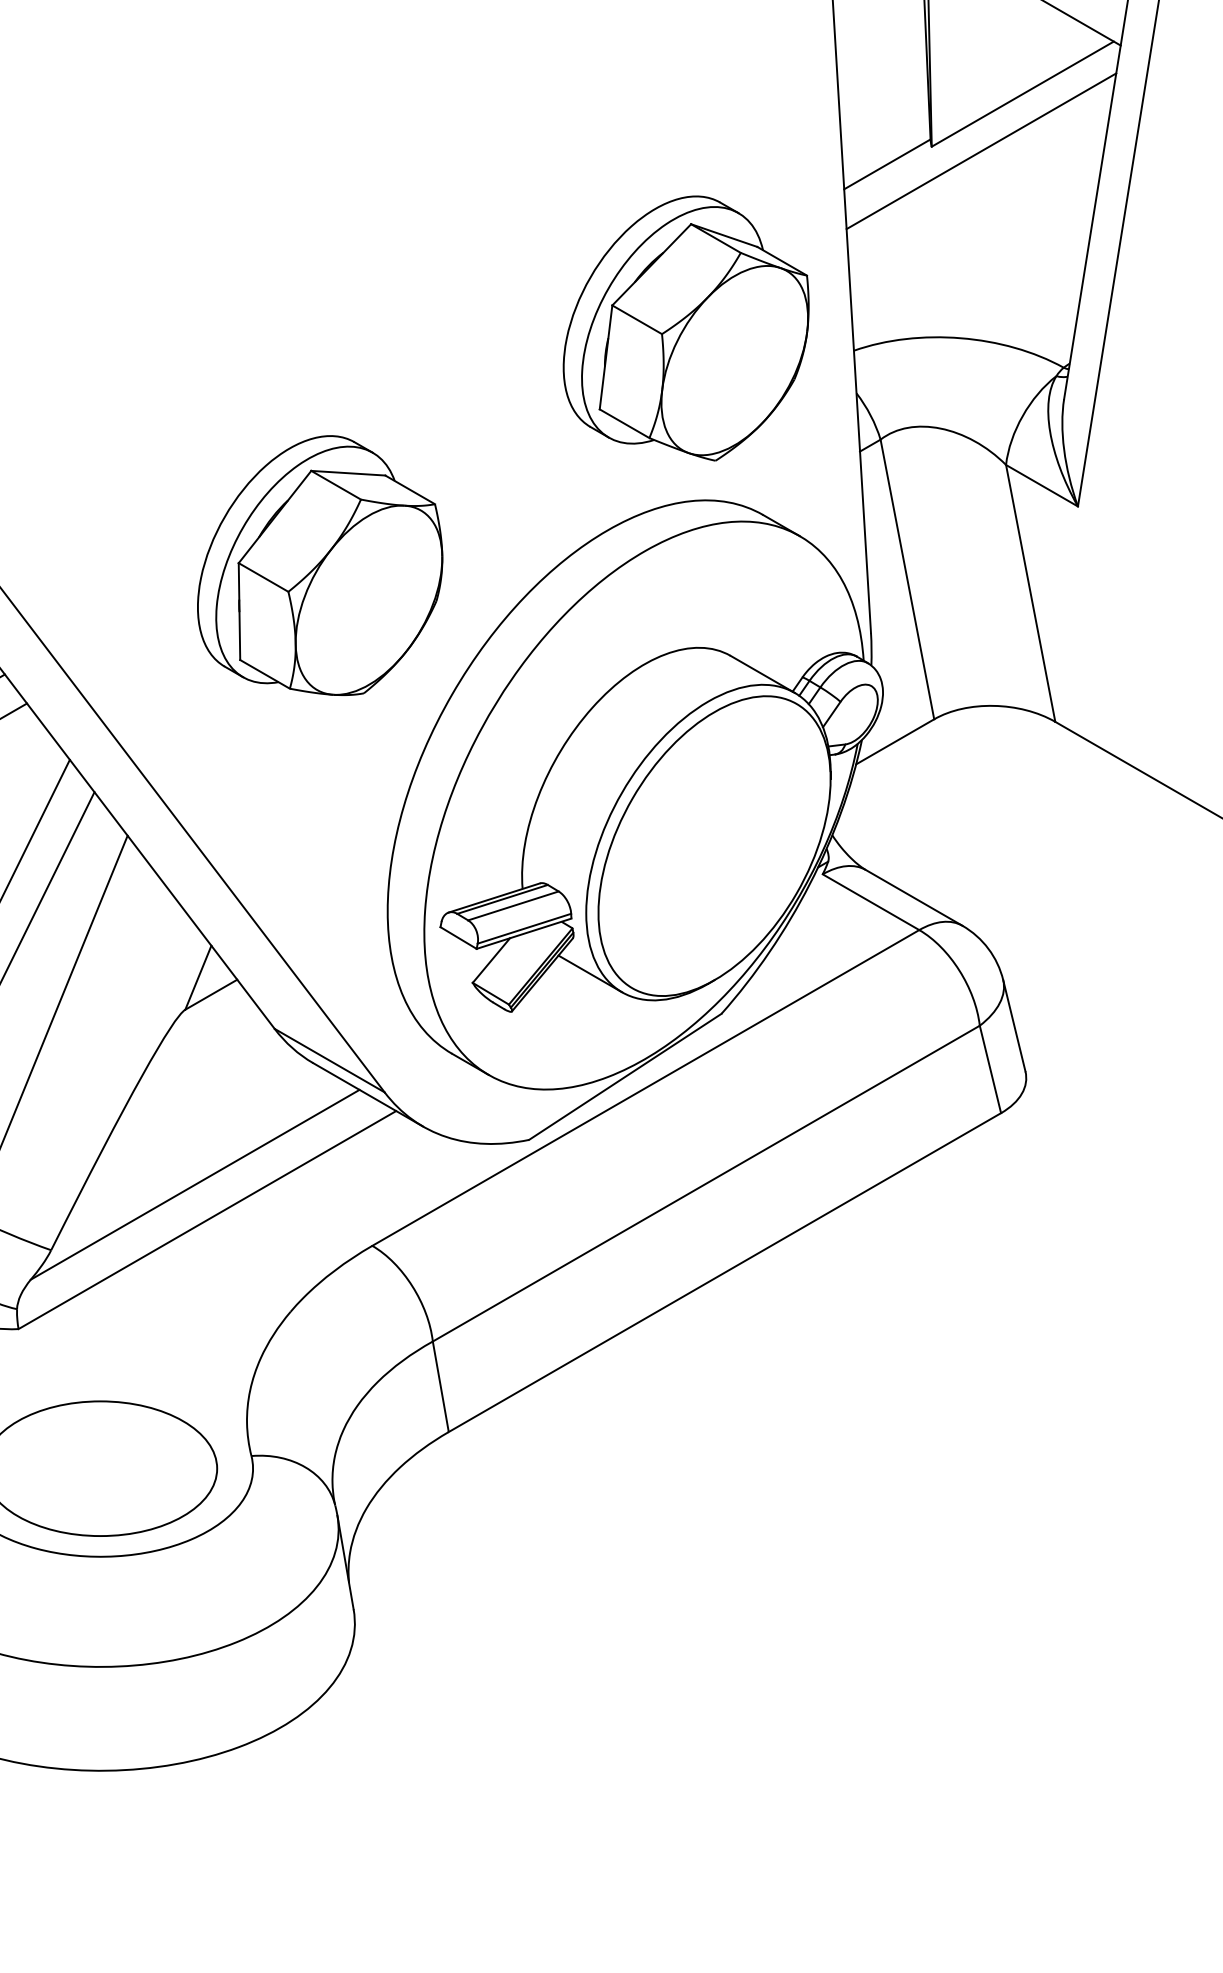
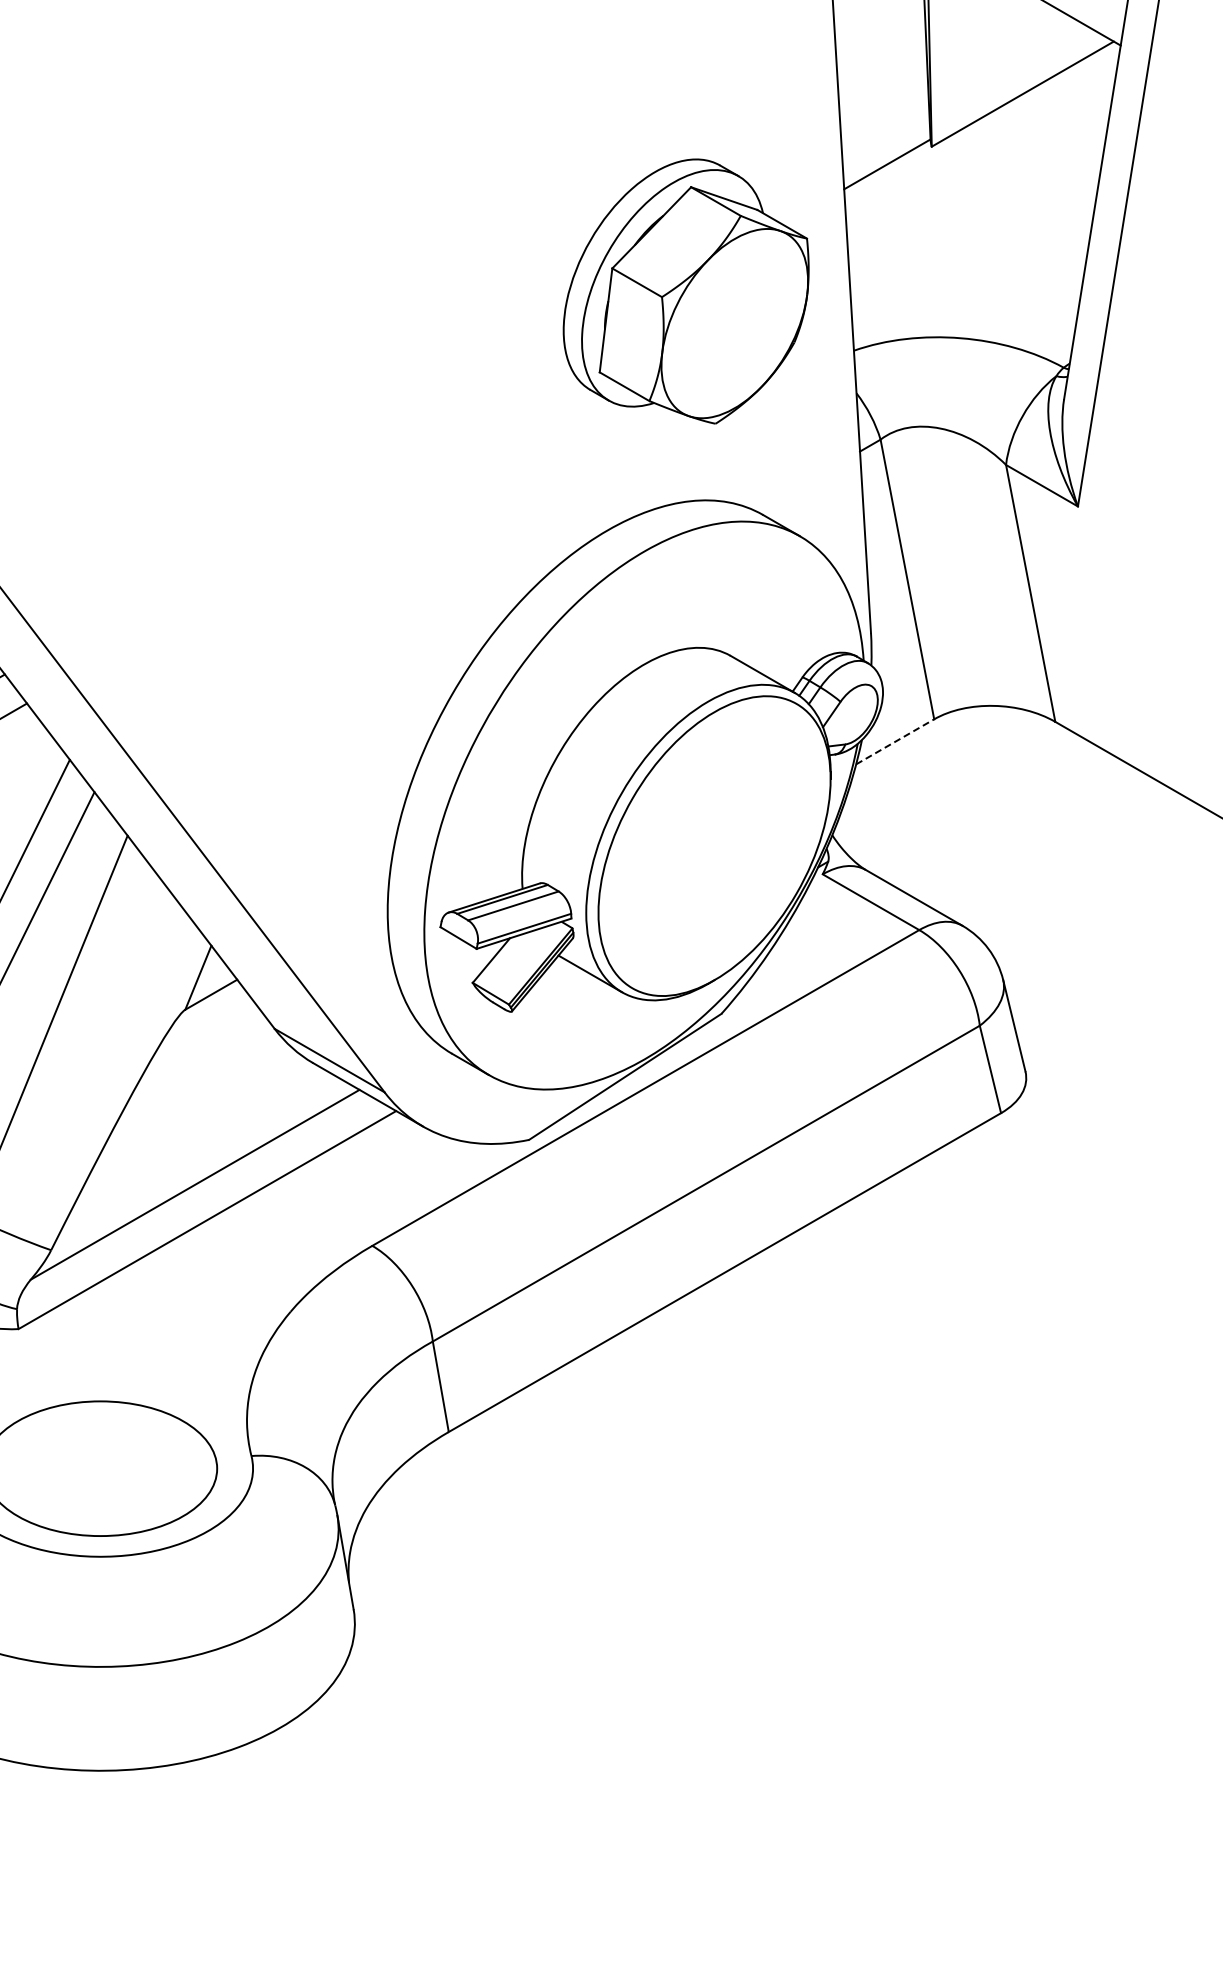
line at (981, 151): present -> none
part at (685, 328) position: (685, 328) -> (685, 291)
part at (320, 565): present -> none
line at (895, 741): solid -> dashed
